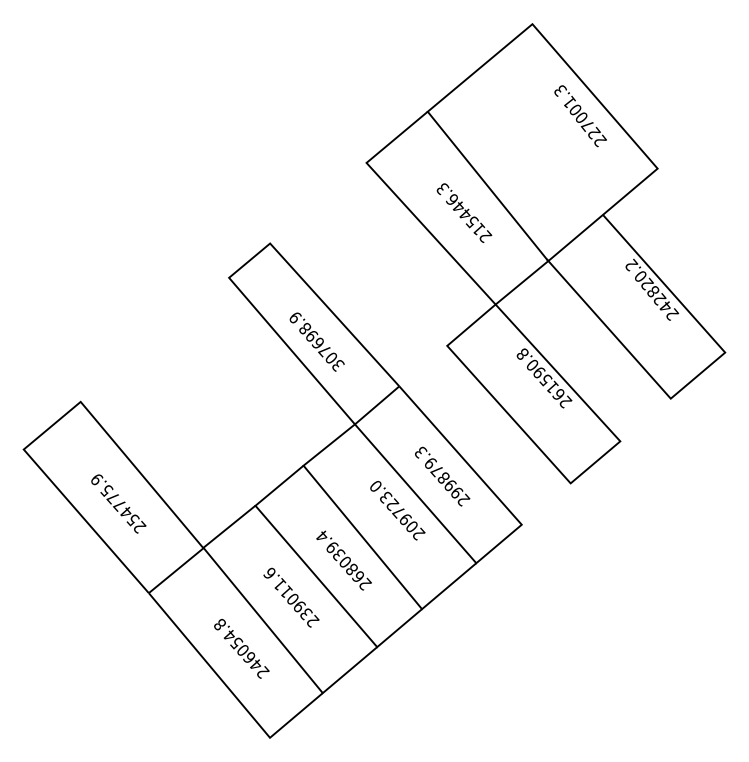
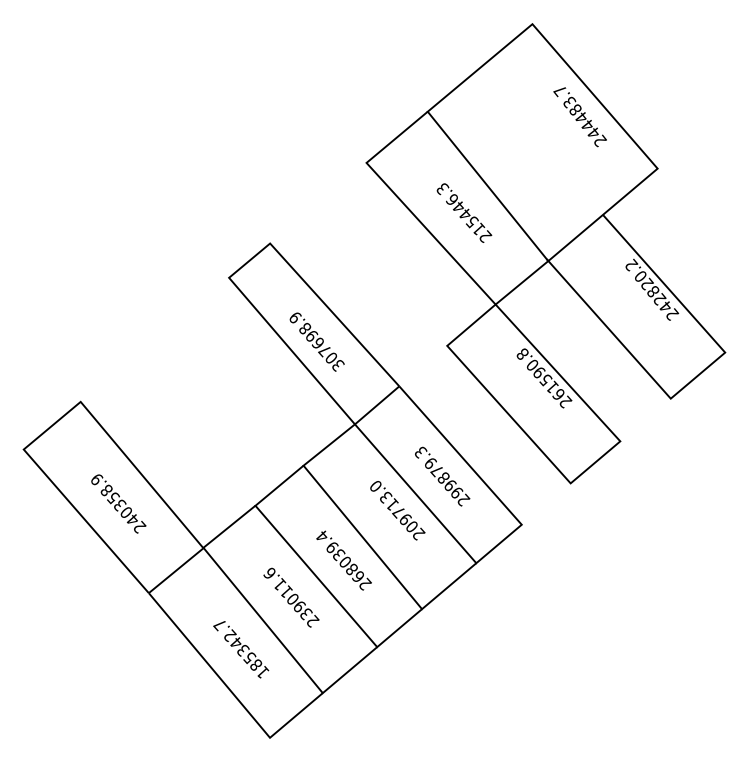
text at (576, 112): 227001.3 -> 244483.7
text at (392, 504): 209723.0 -> 209713.0
text at (119, 505): 254775.9 -> 240358.9
text at (241, 648): 246054.8 -> 185342.7
